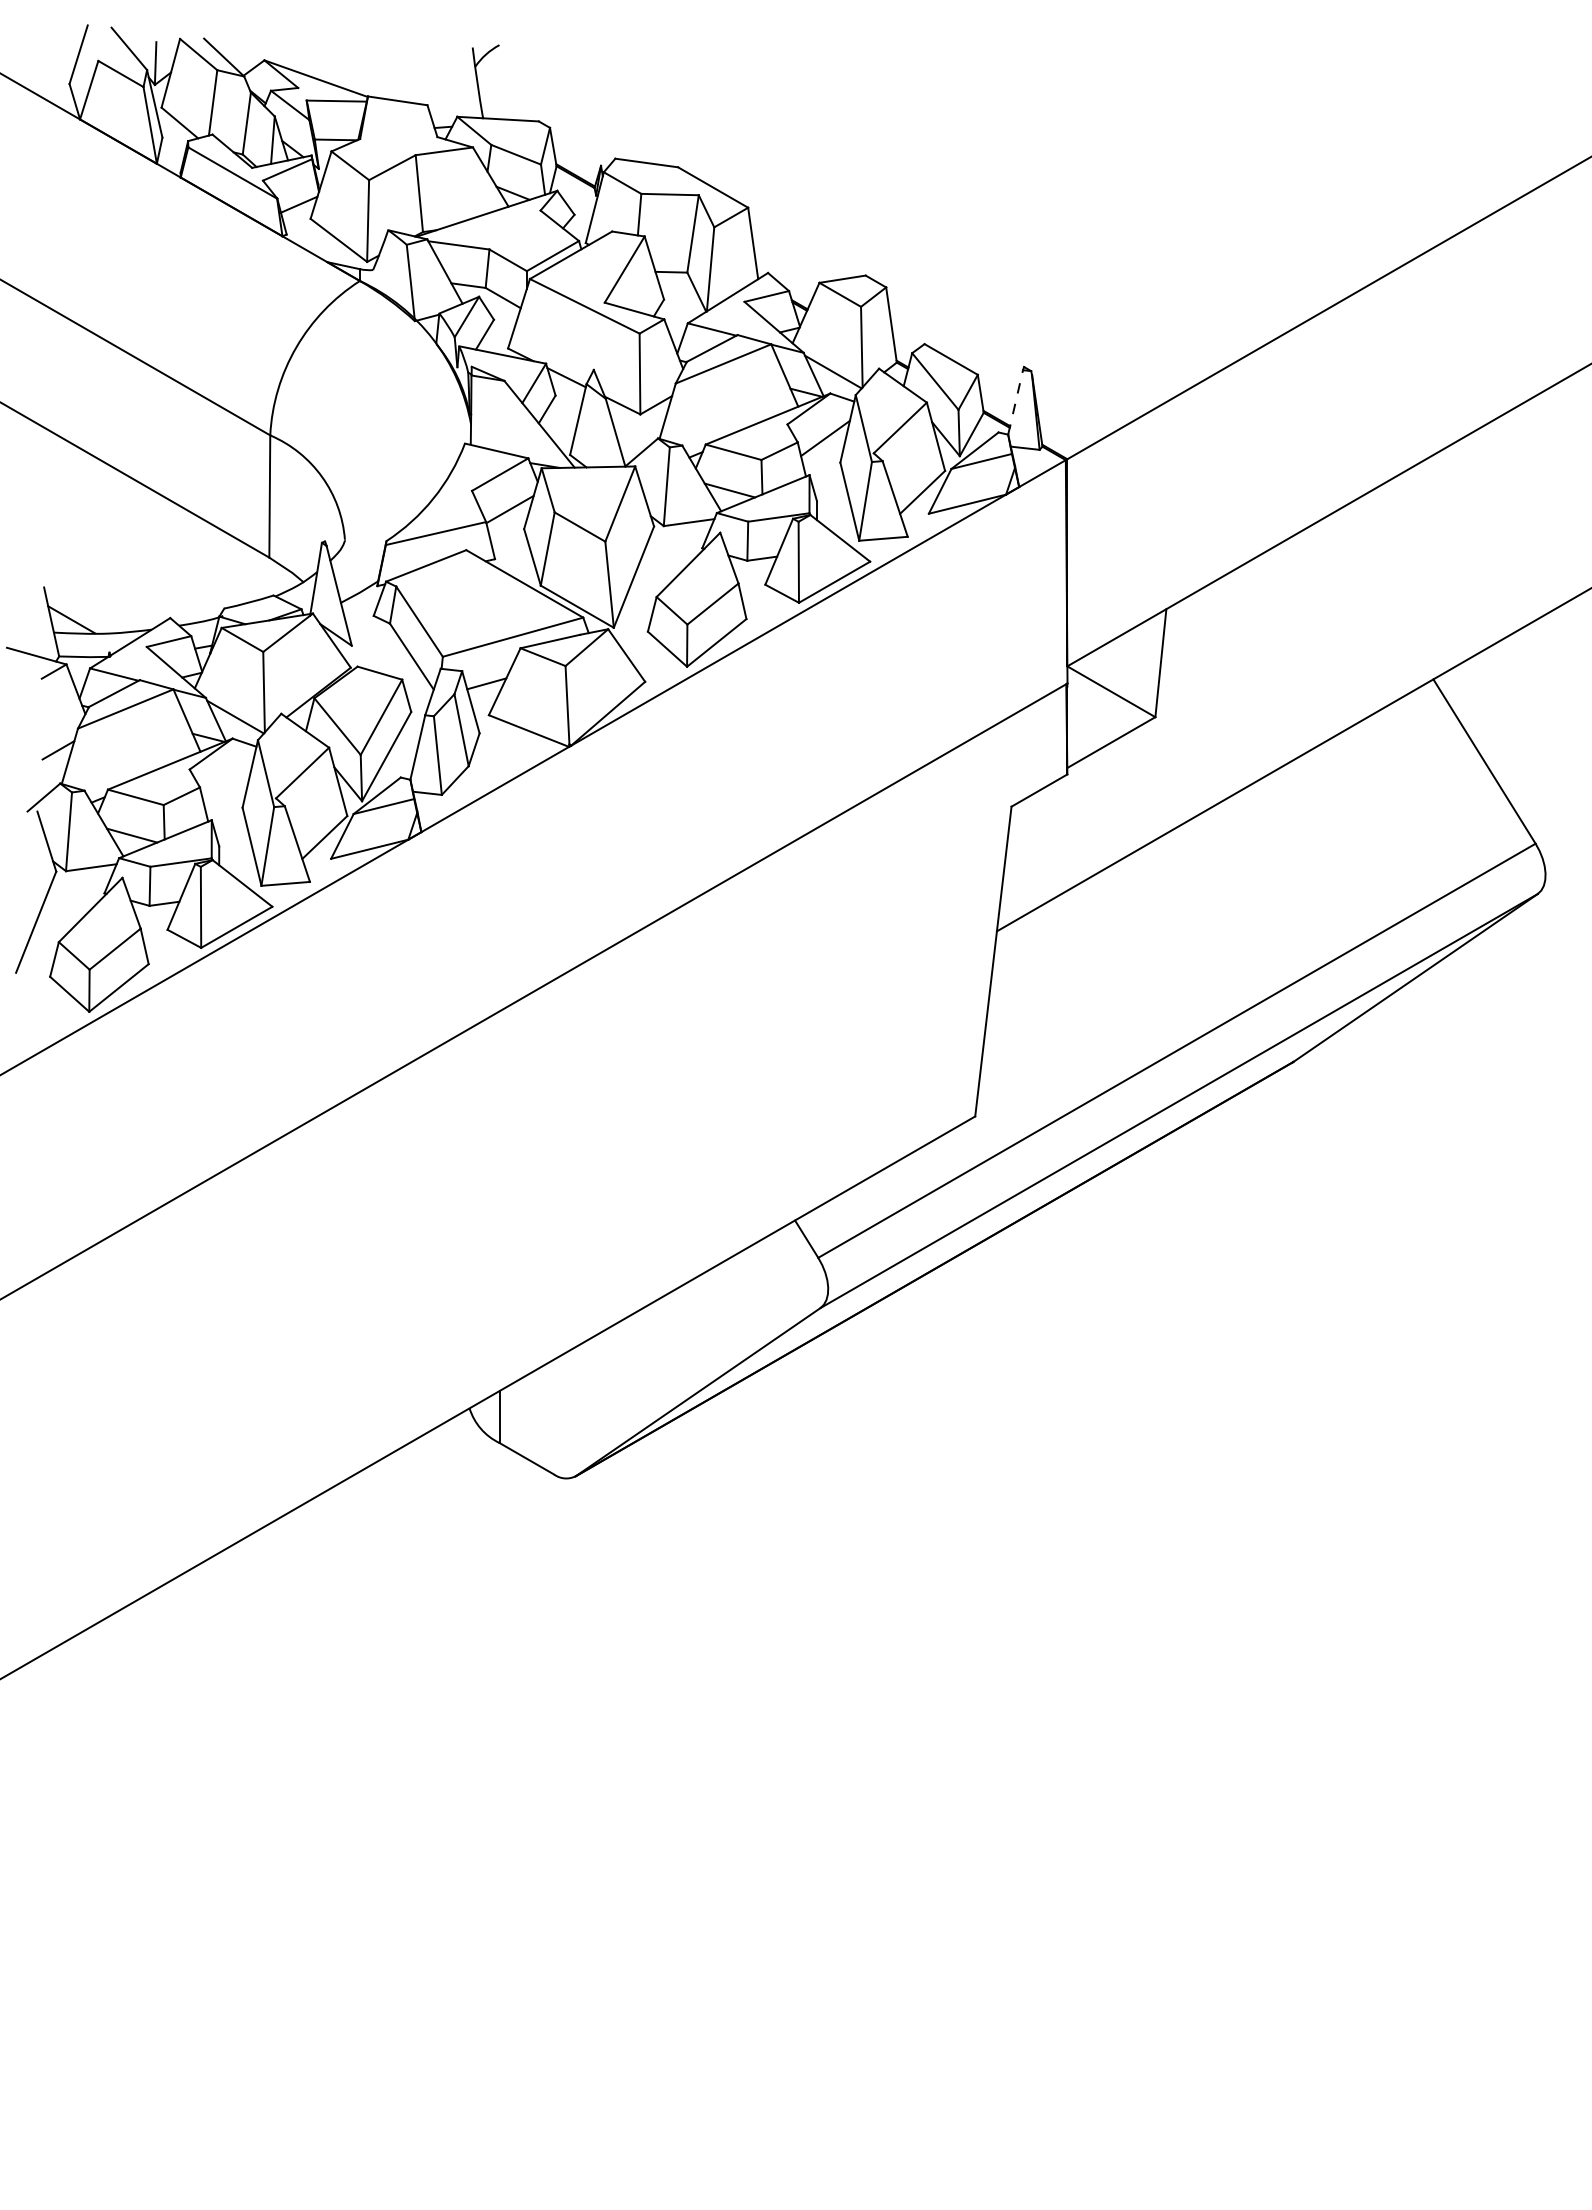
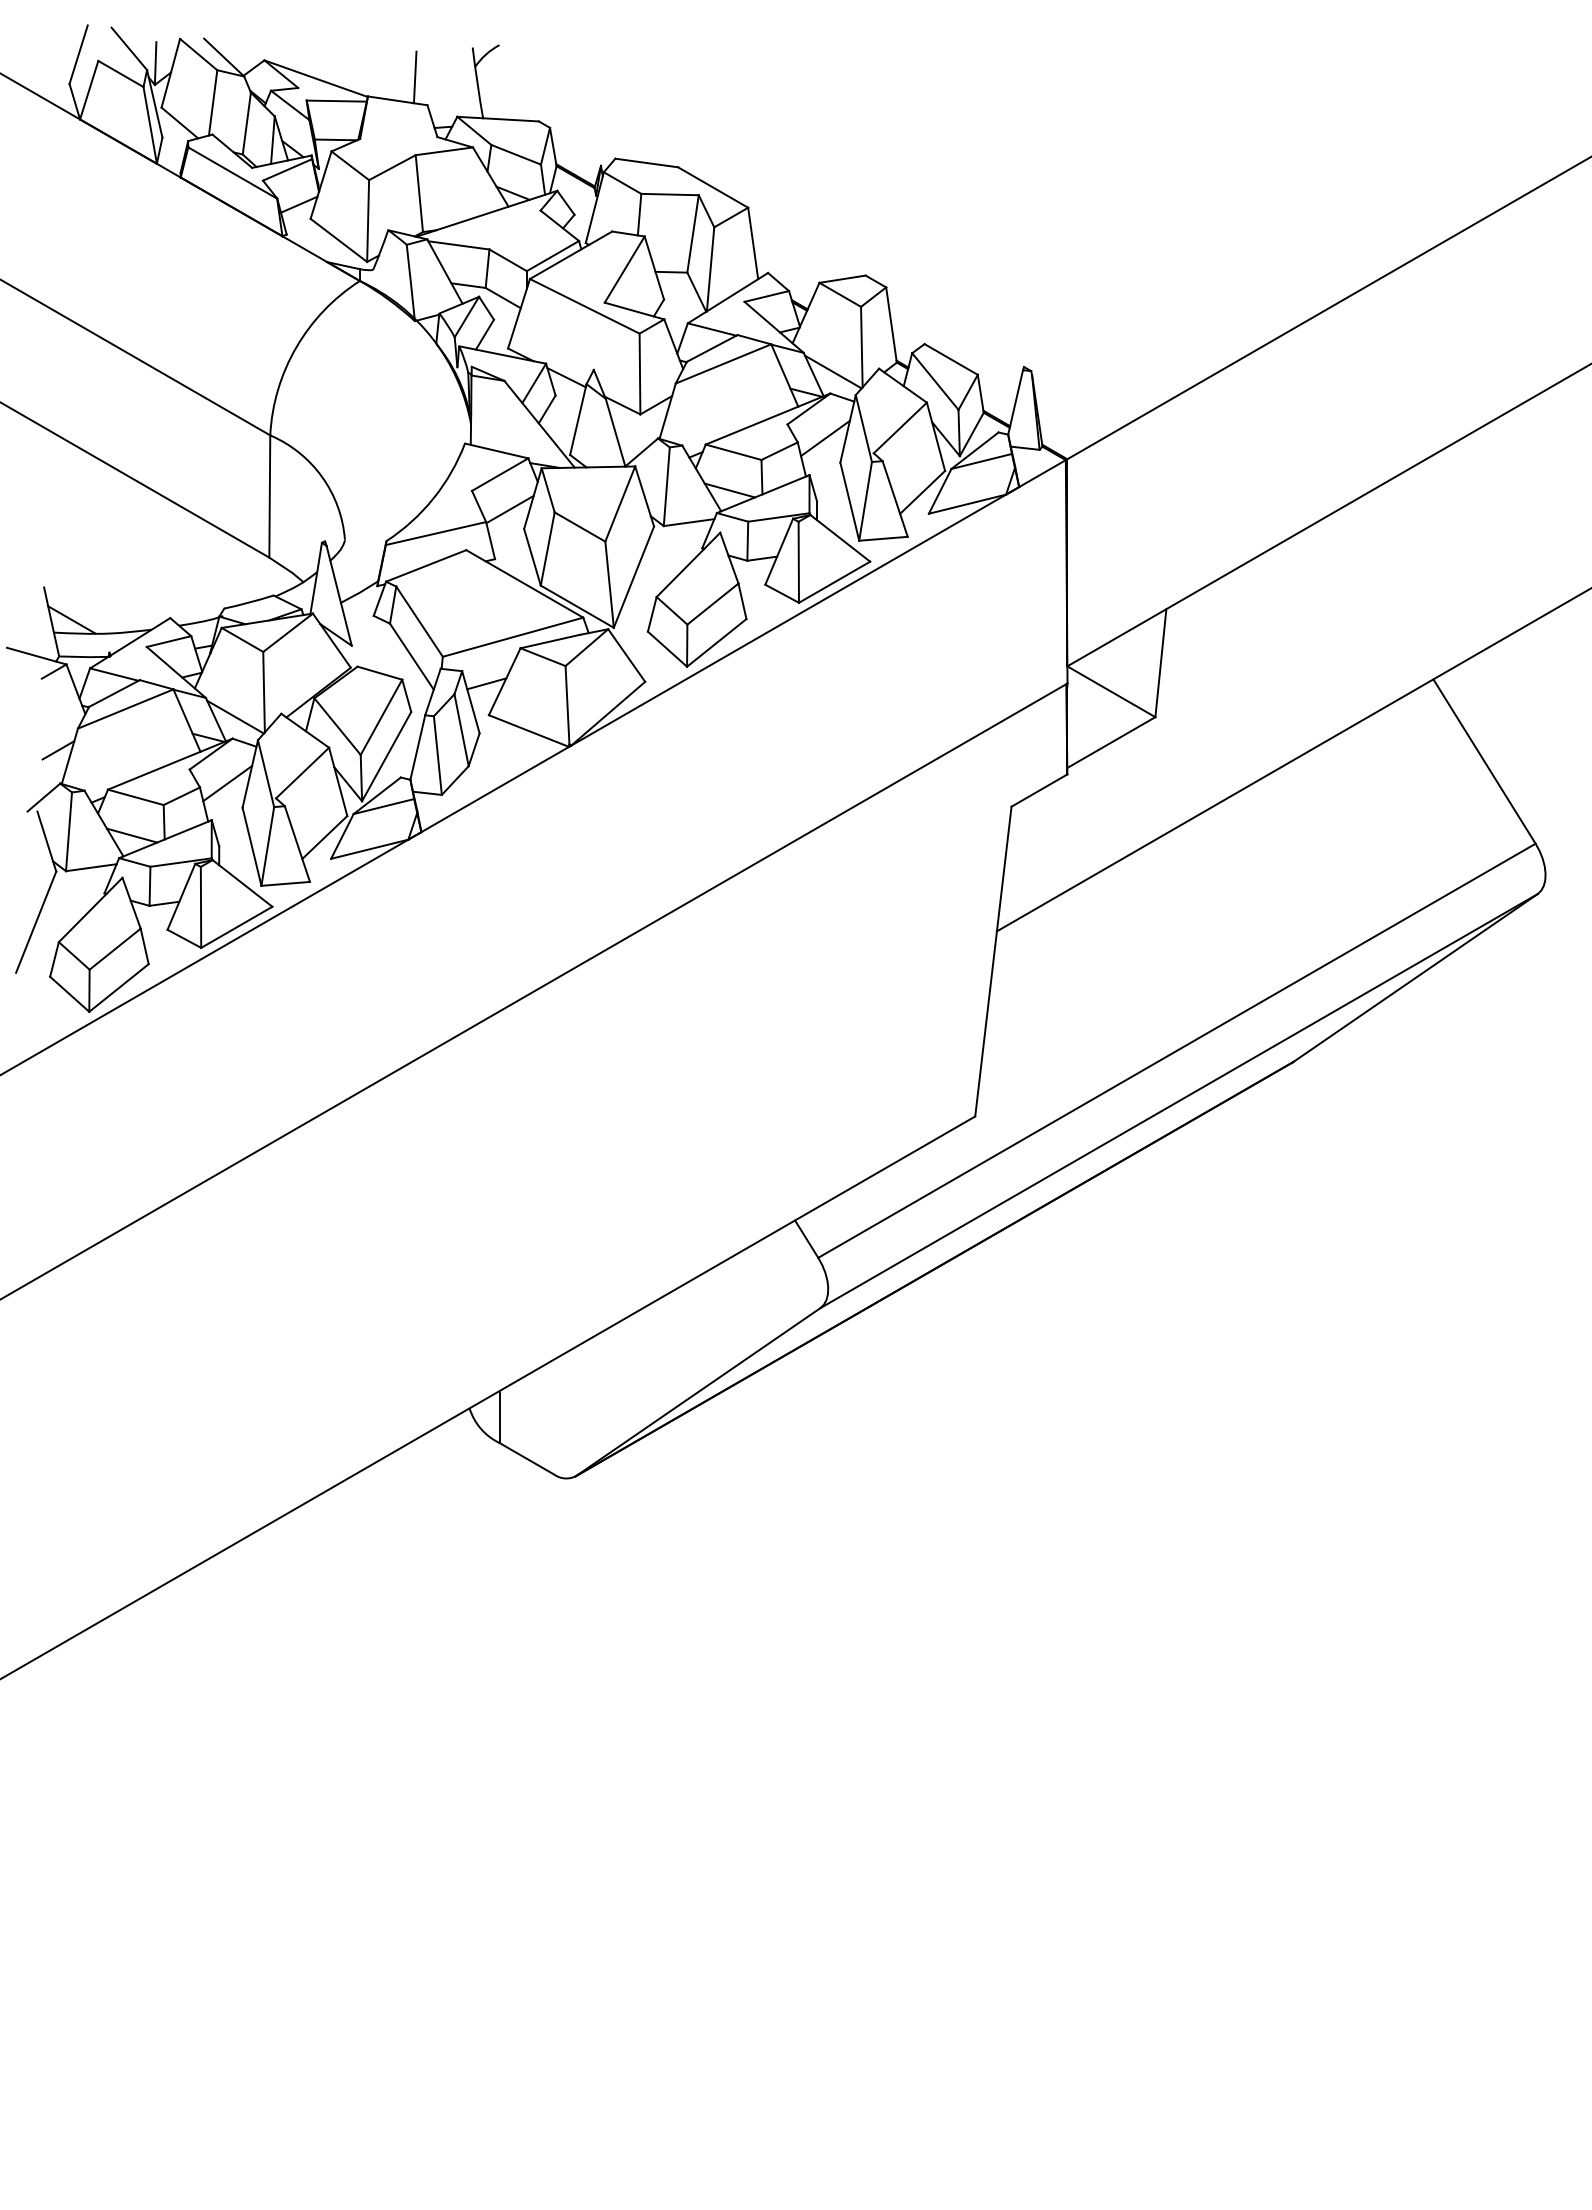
line at (414, 77): none -> present
line at (1015, 401): dashed -> solid
line at (227, 783): none -> present
